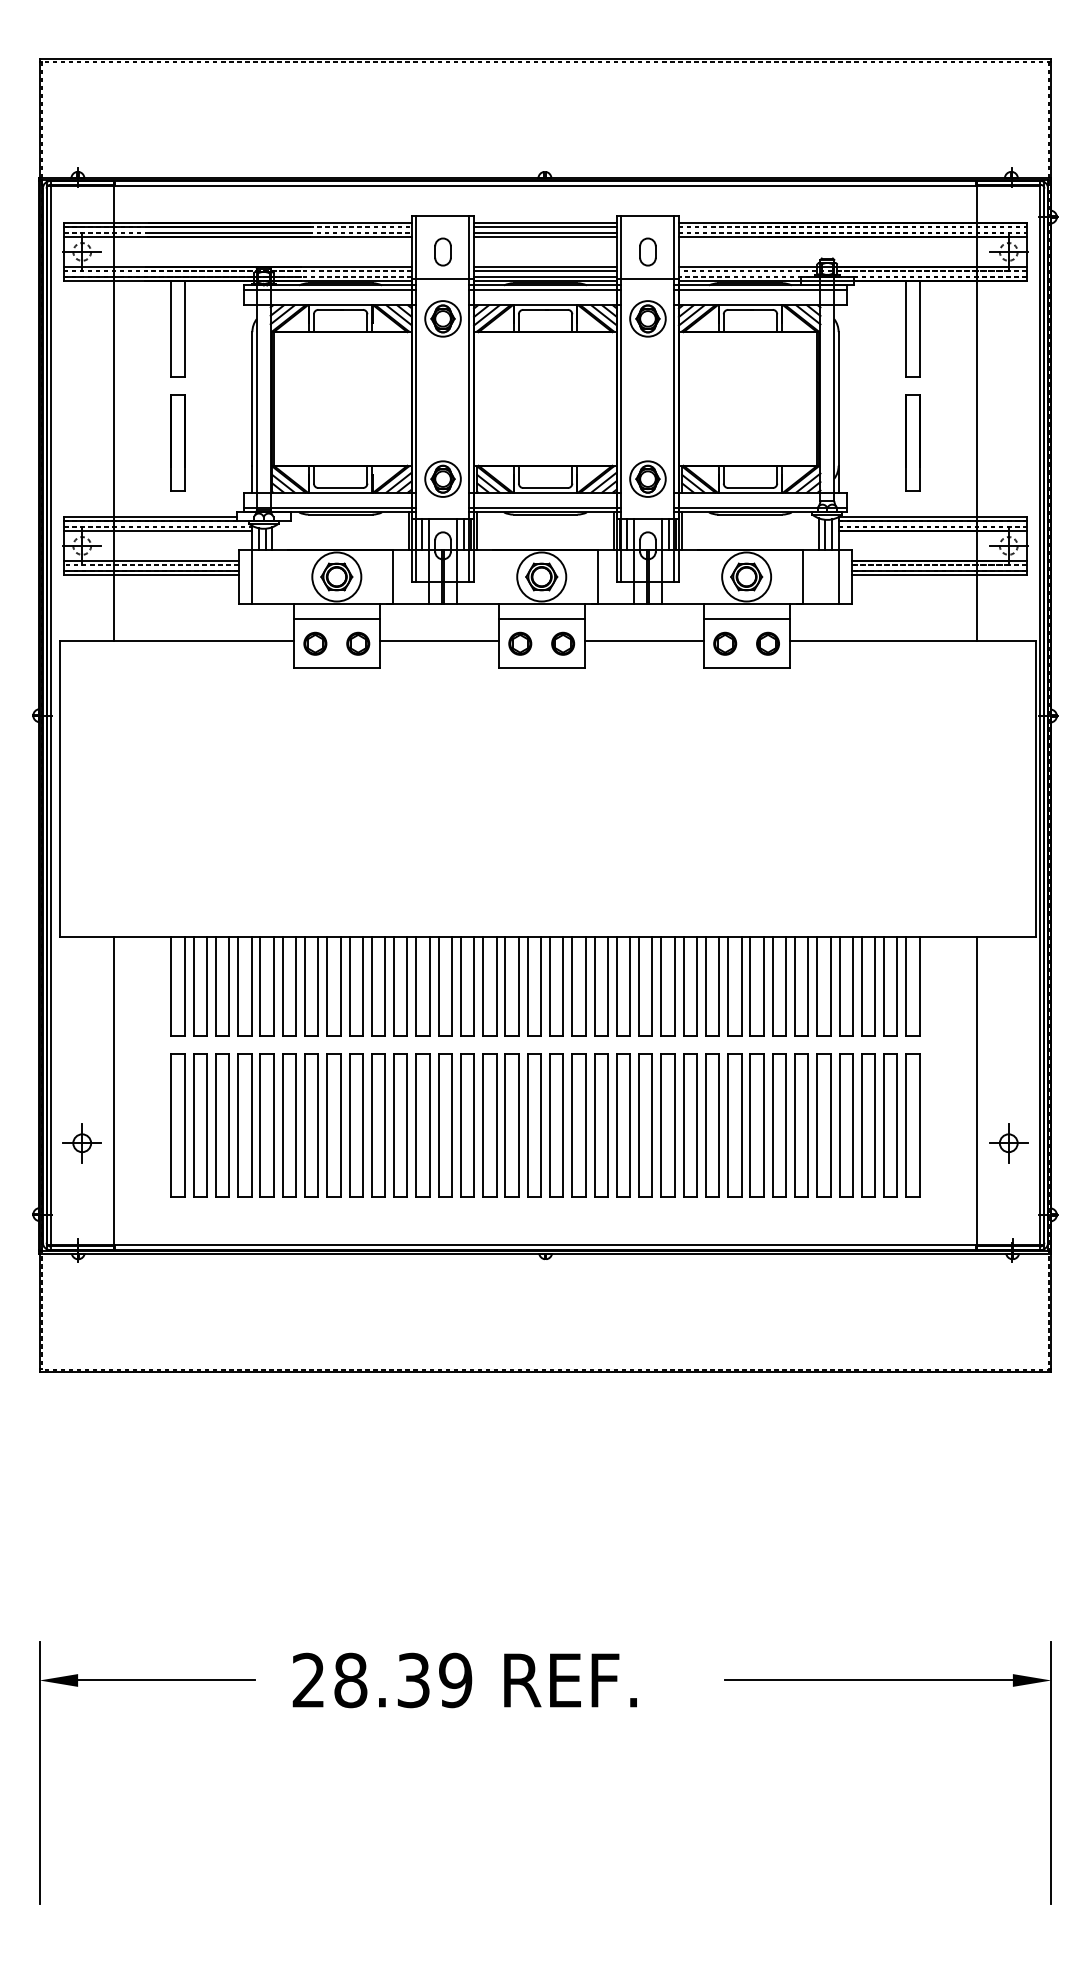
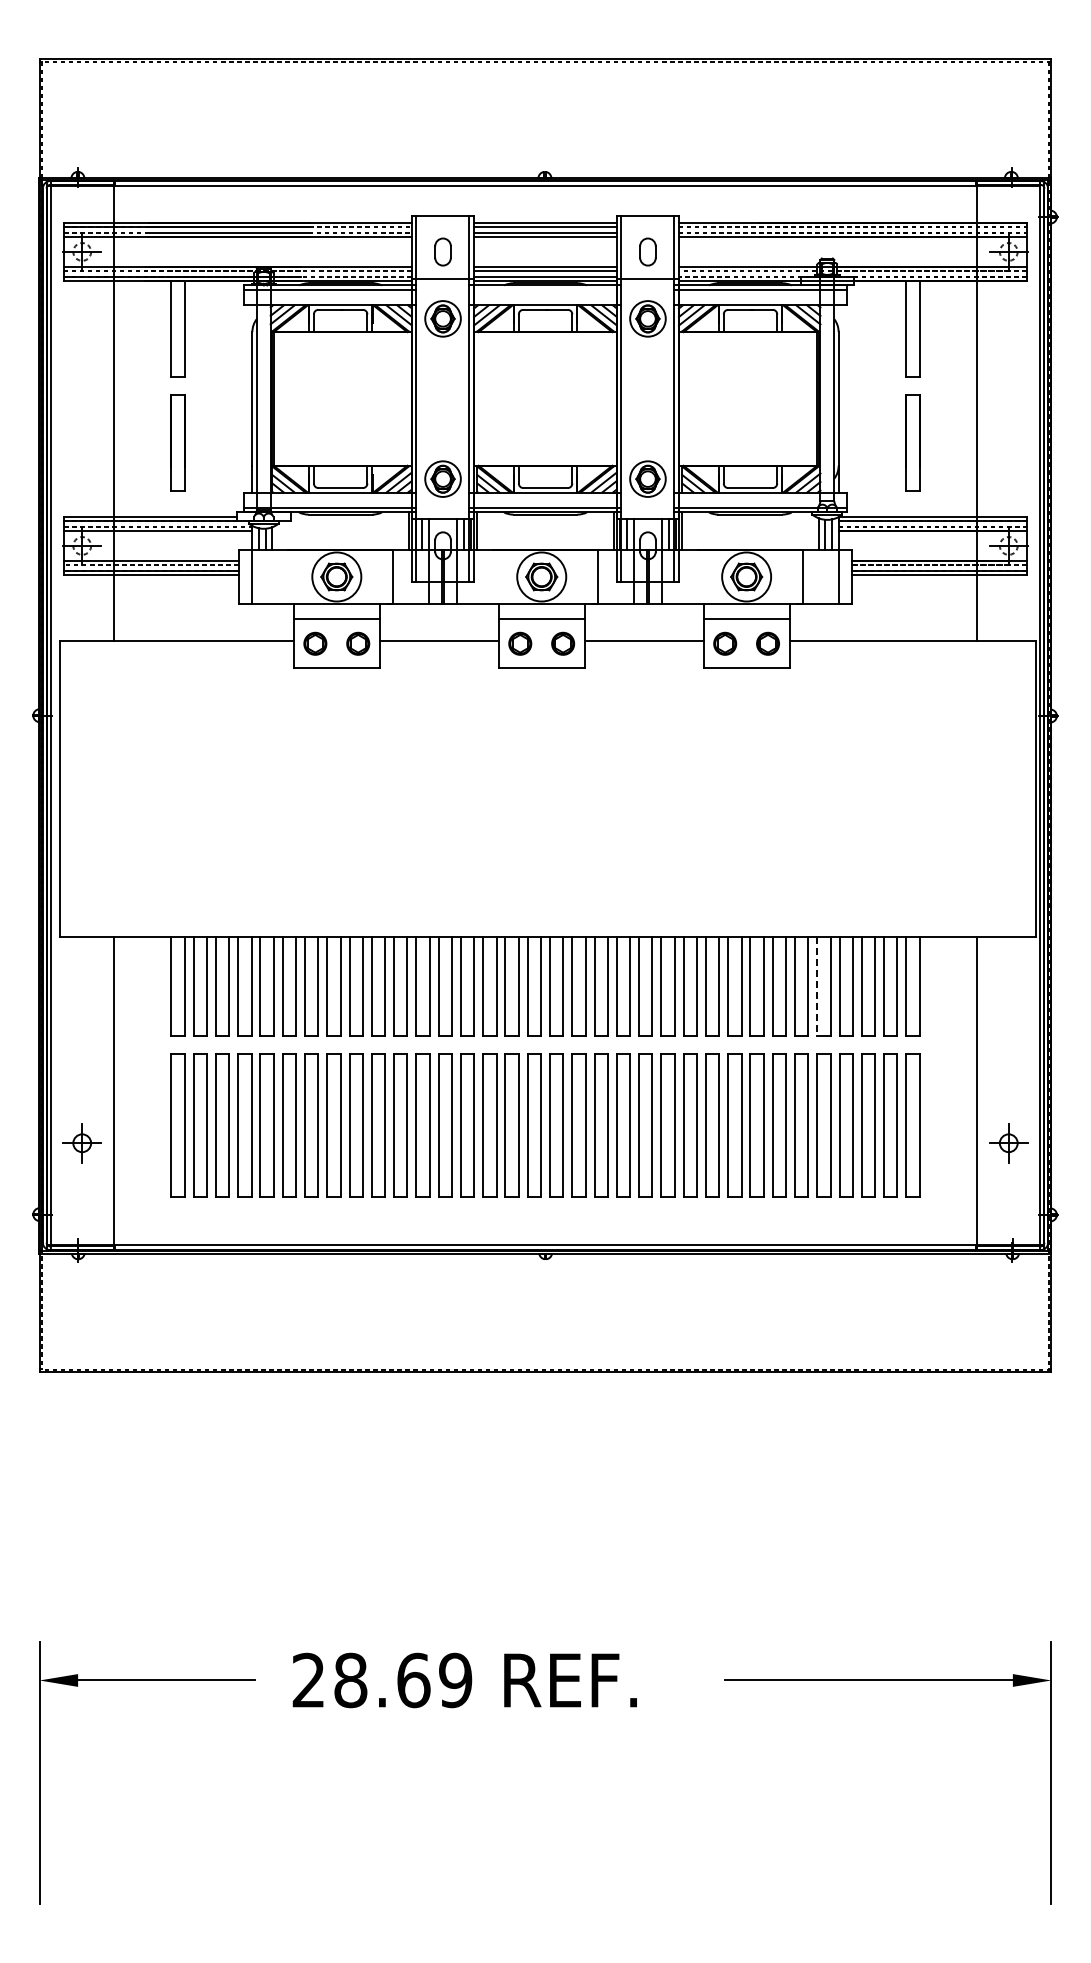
line at (545, 289): present -> none
line at (817, 986): solid -> dashed
text at (413, 1680): 28.39 -> 28.69
